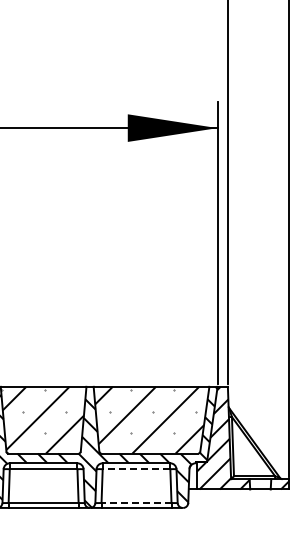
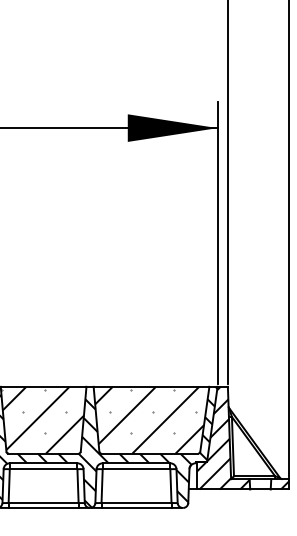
line at (136, 469): dashed -> solid
line at (136, 503): dashed -> solid
